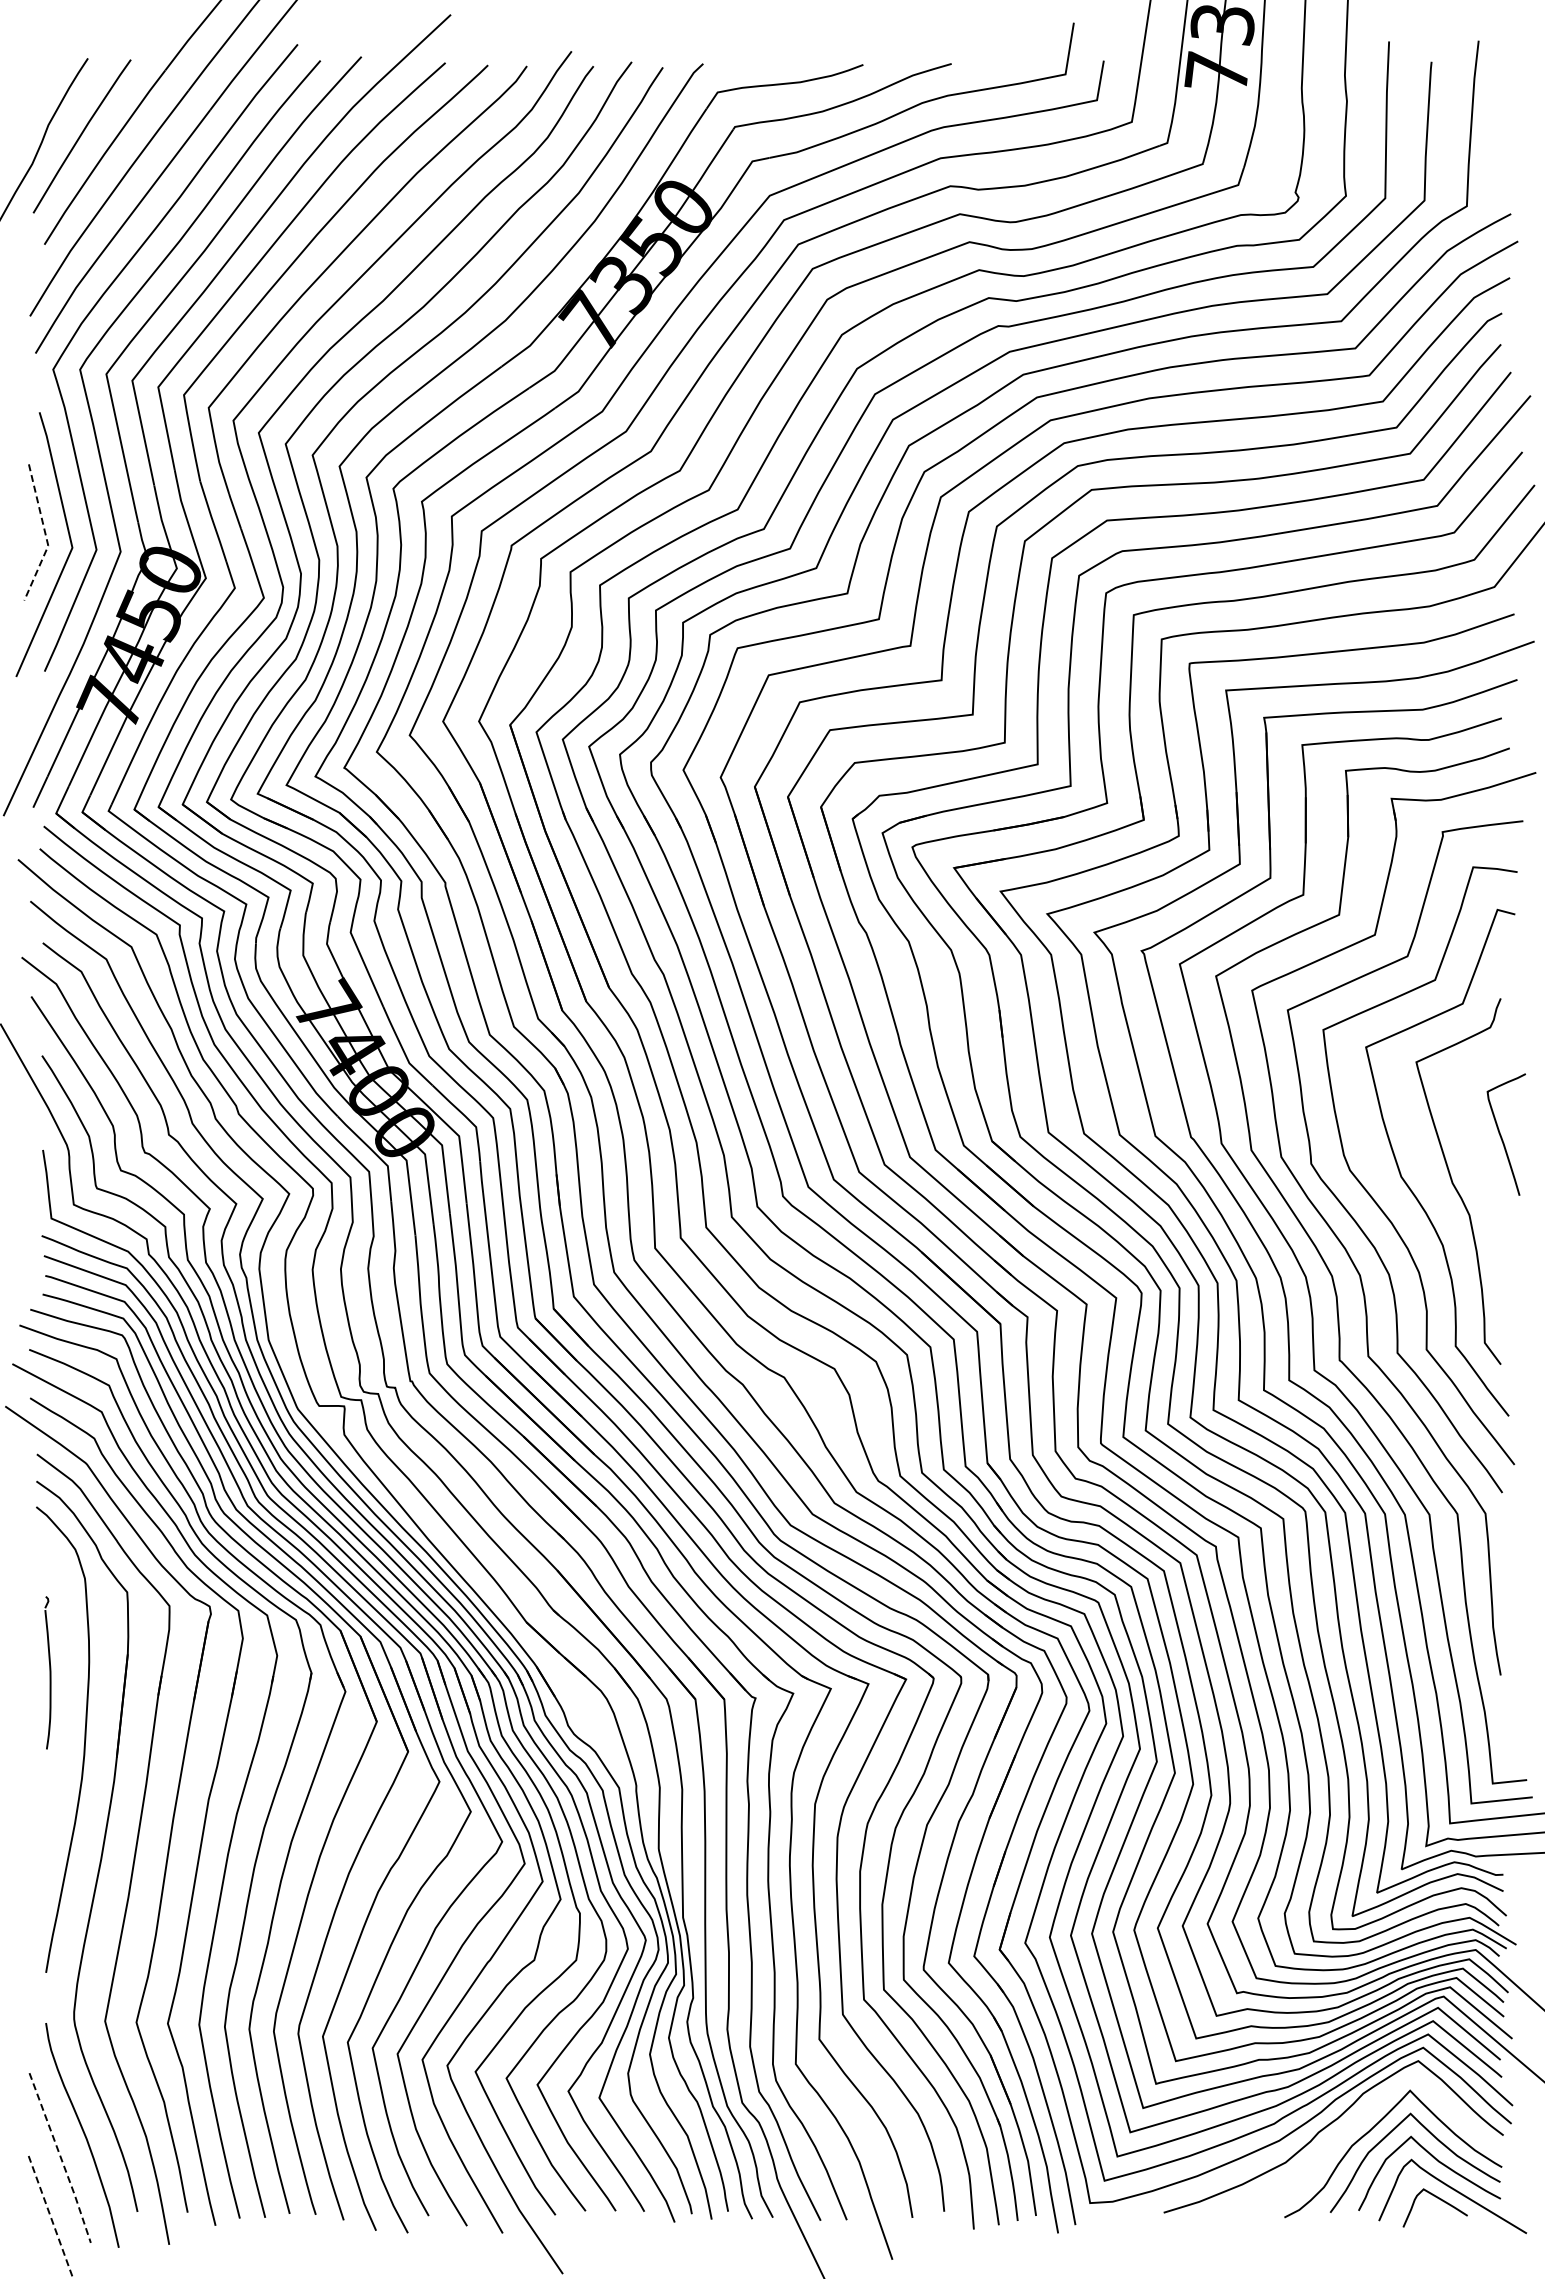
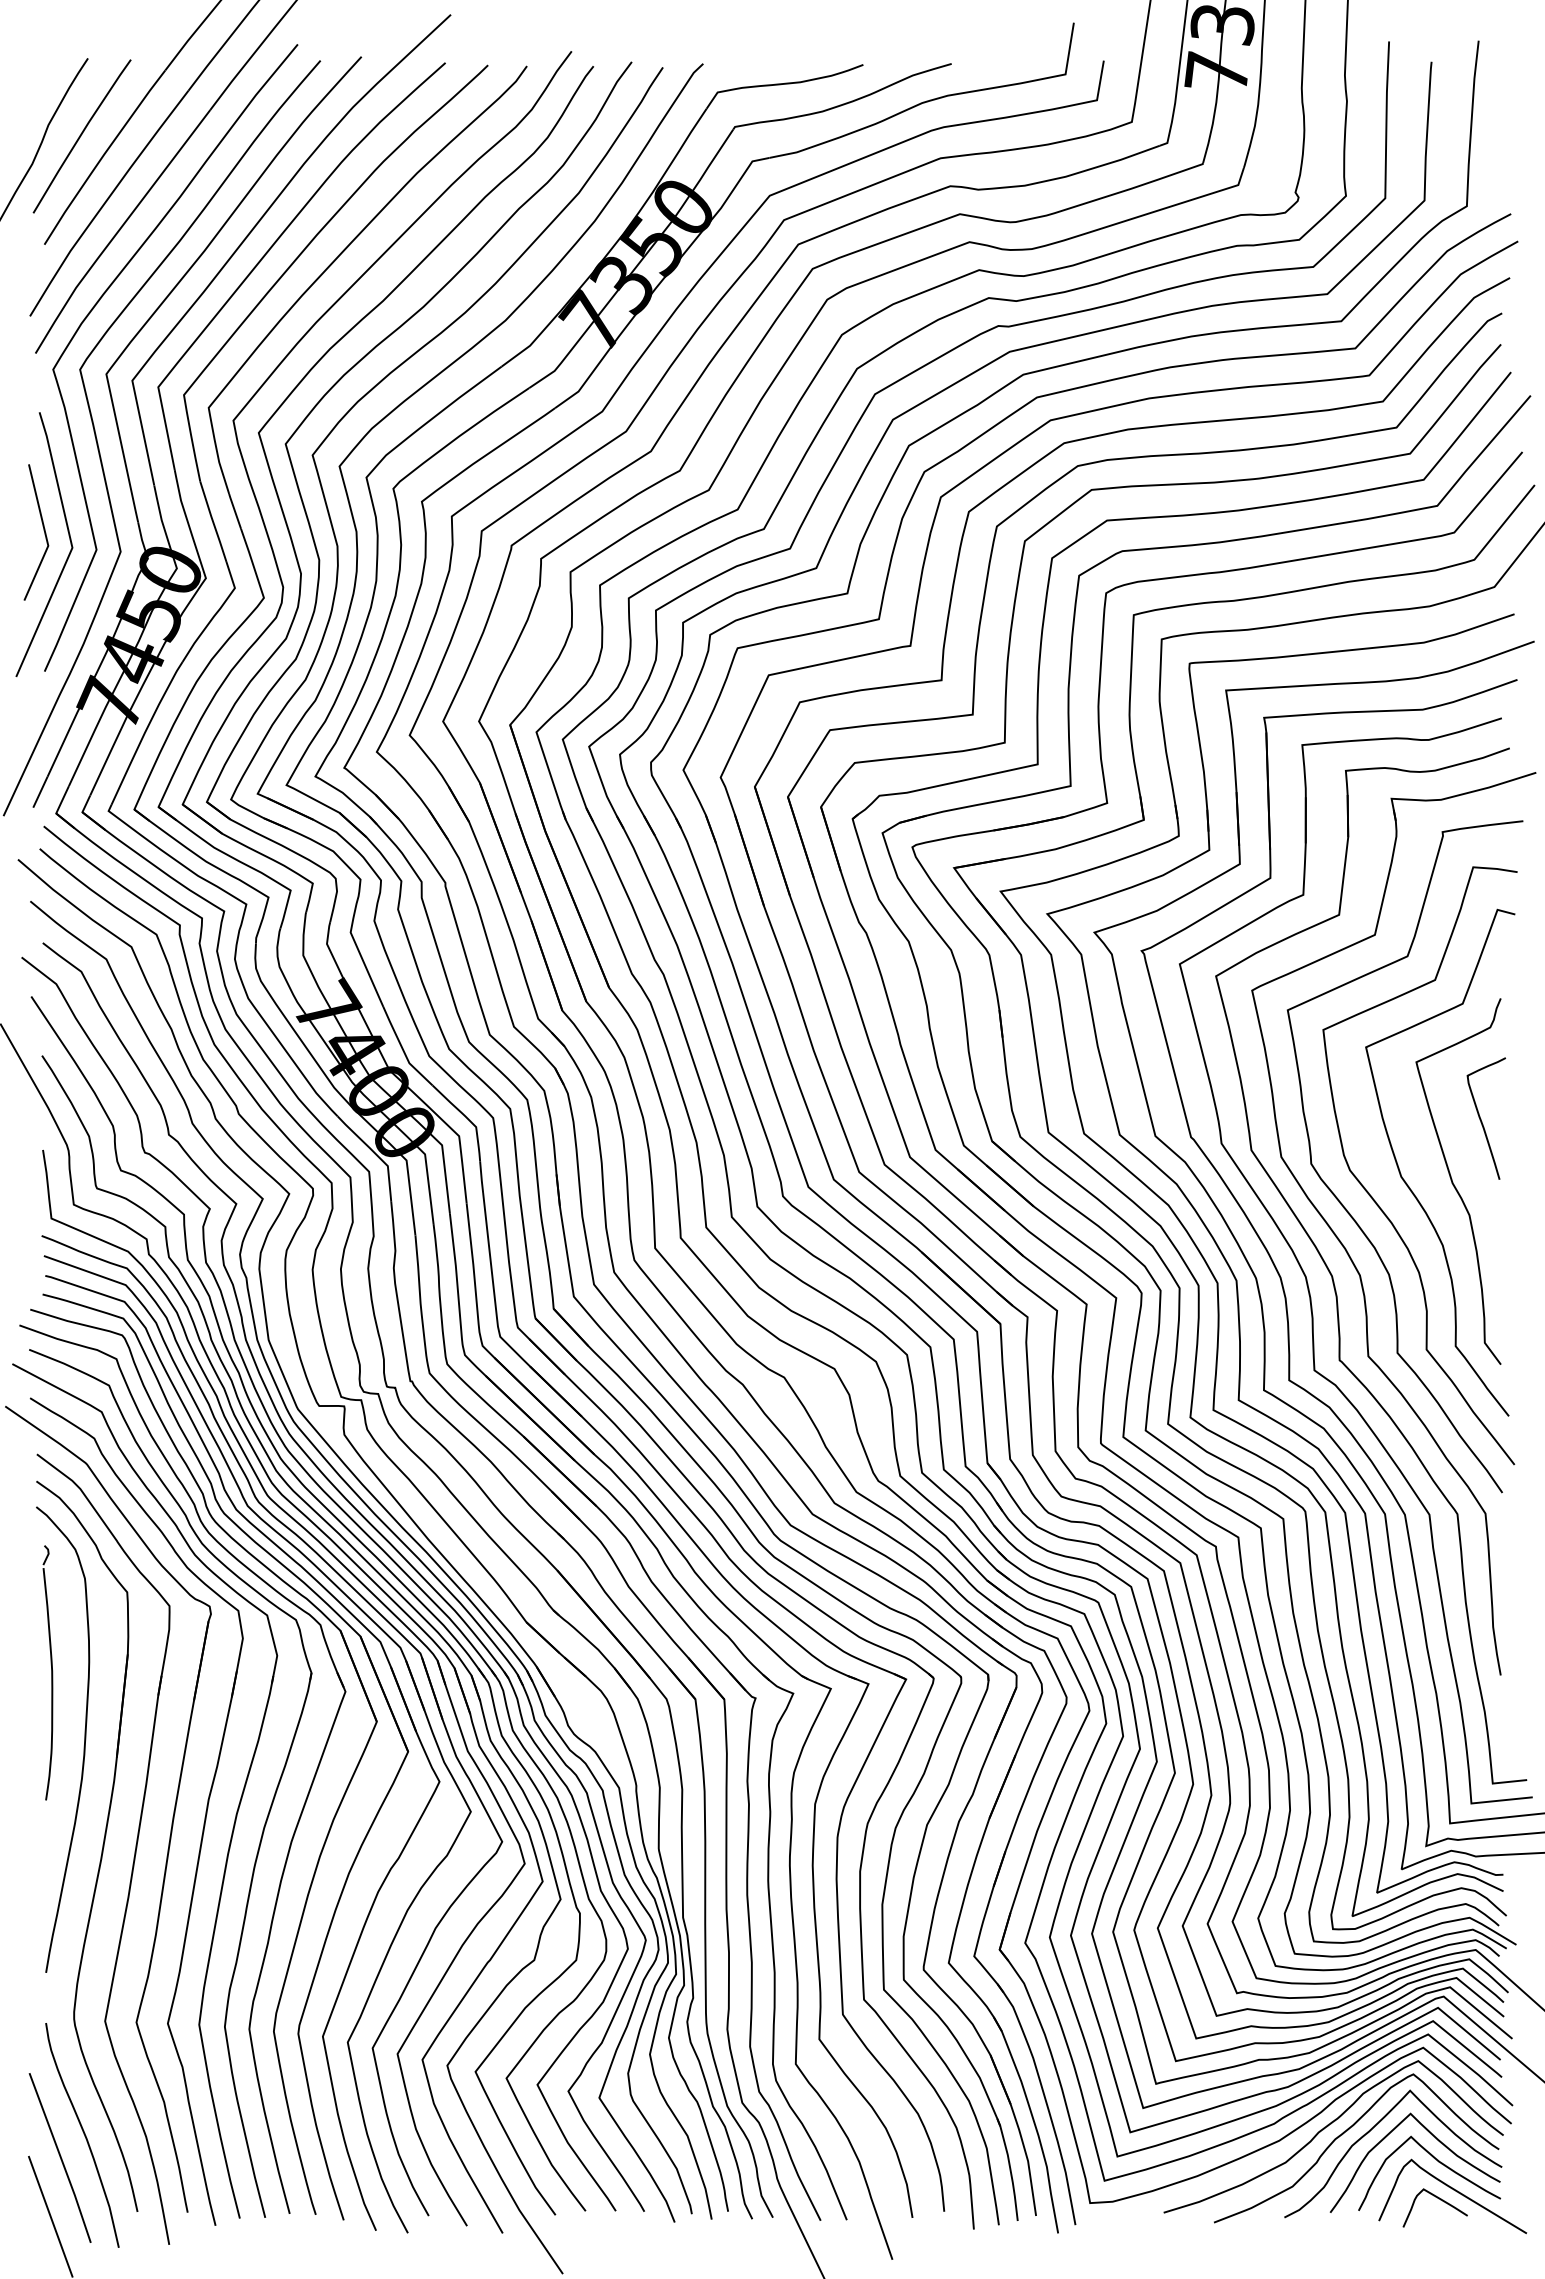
line at (45, 535): dashed -> solid
curve at (1501, 1134) position: (1501, 1134) -> (1481, 1118)
part at (47, 1672) size: 8x154 px -> 12x256 px
curve at (1343, 2134): none -> present
line at (61, 2158): dashed -> solid
line at (50, 2216): dashed -> solid
